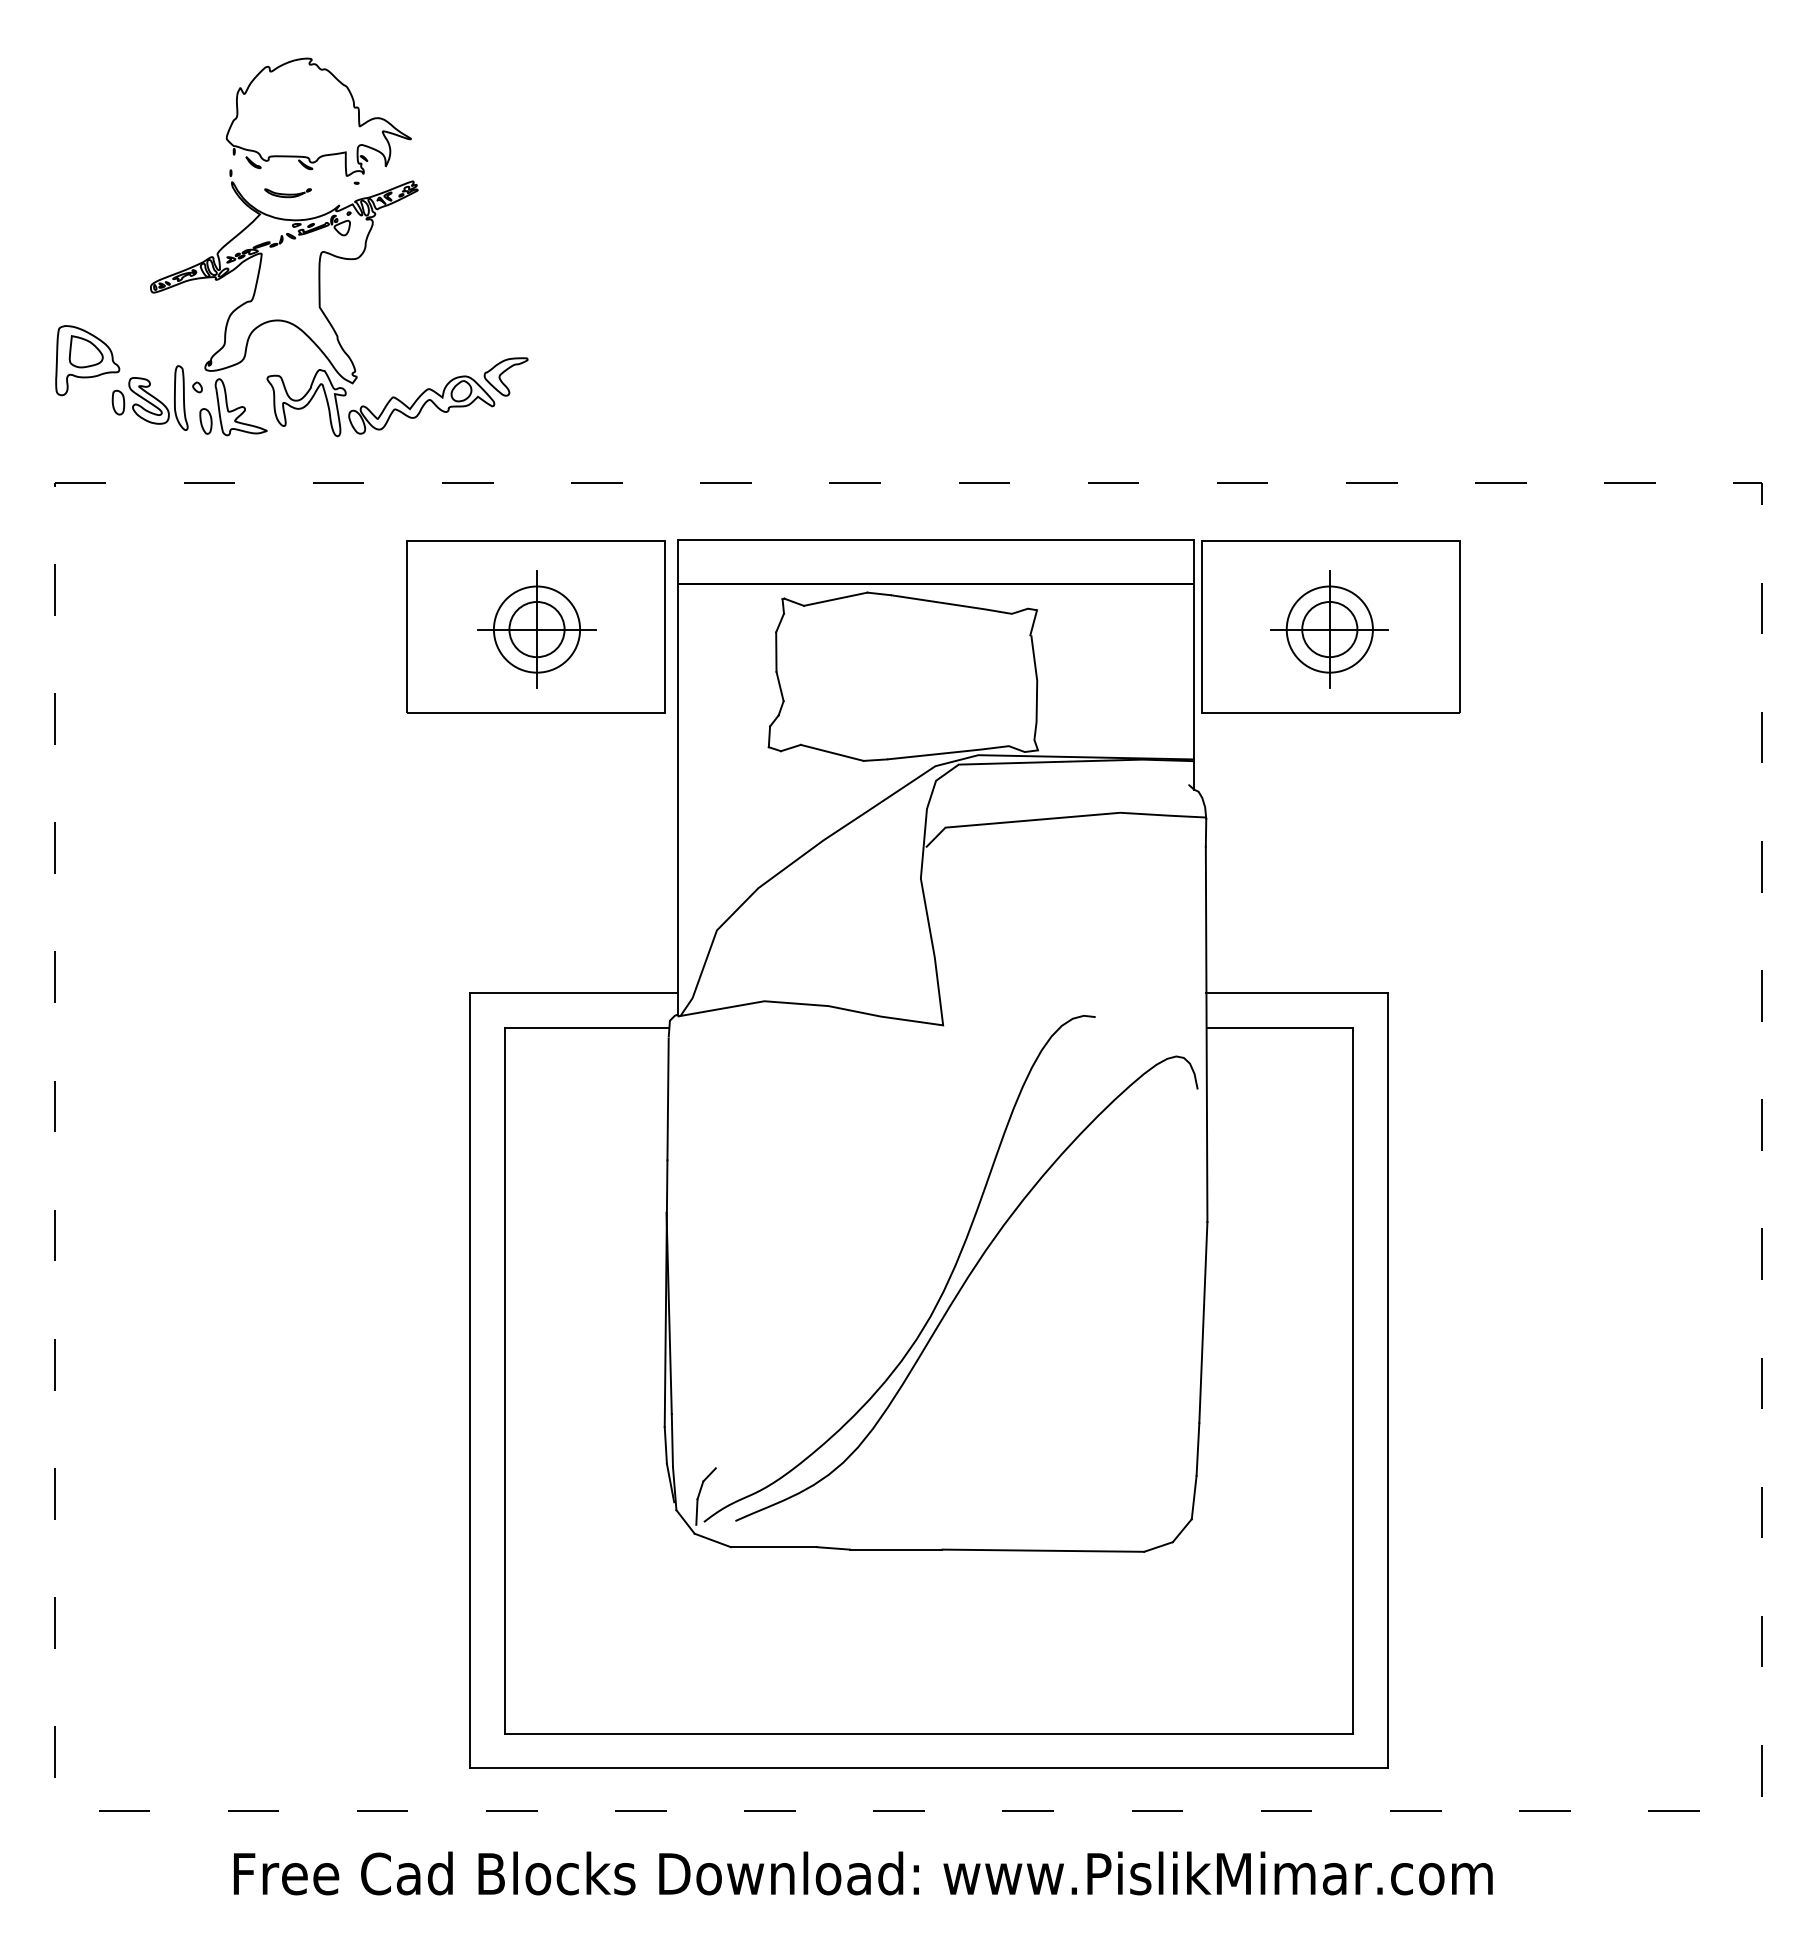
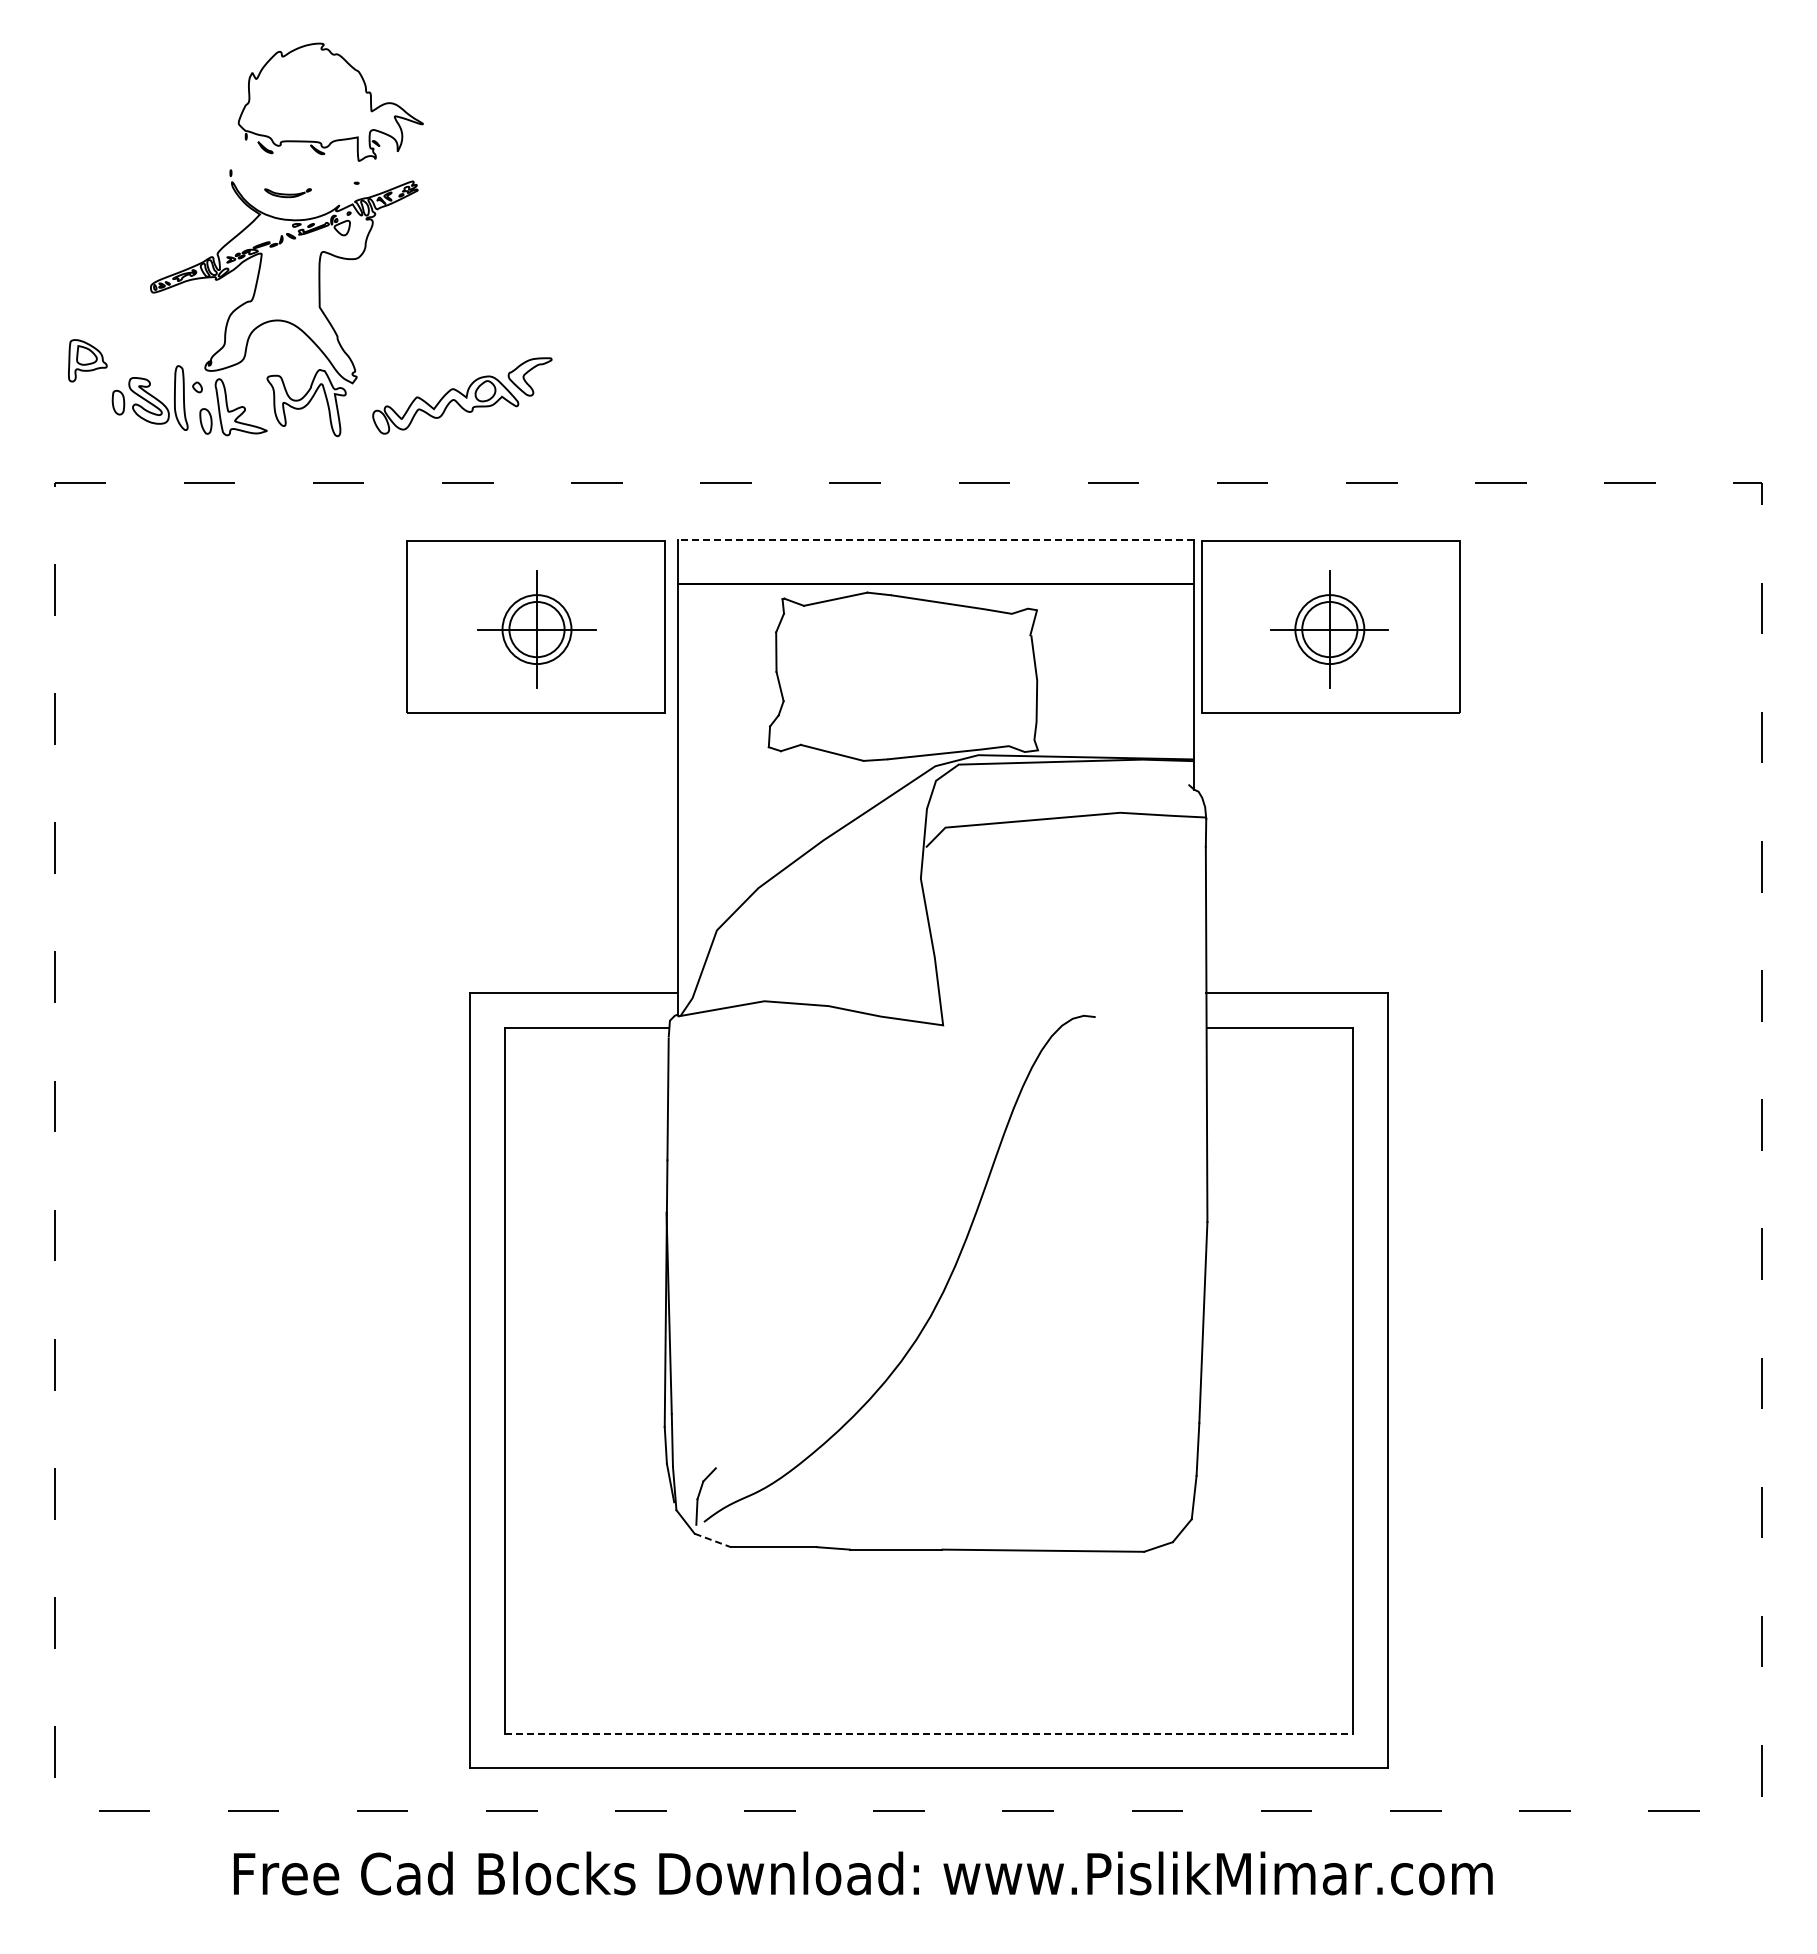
part at (318, 116) position: (318, 116) -> (330, 101)
part at (87, 360) size: 66x72 px -> 40x44 px
part at (438, 395) position: (438, 395) -> (462, 395)
line at (935, 540): solid -> dashed
circle at (536, 629) diameter: 86 px -> 69 px
circle at (1329, 629) diameter: 86 px -> 69 px
curve at (964, 1285): present -> none
line at (713, 1540): solid -> dashed
line at (929, 1733): solid -> dashed
